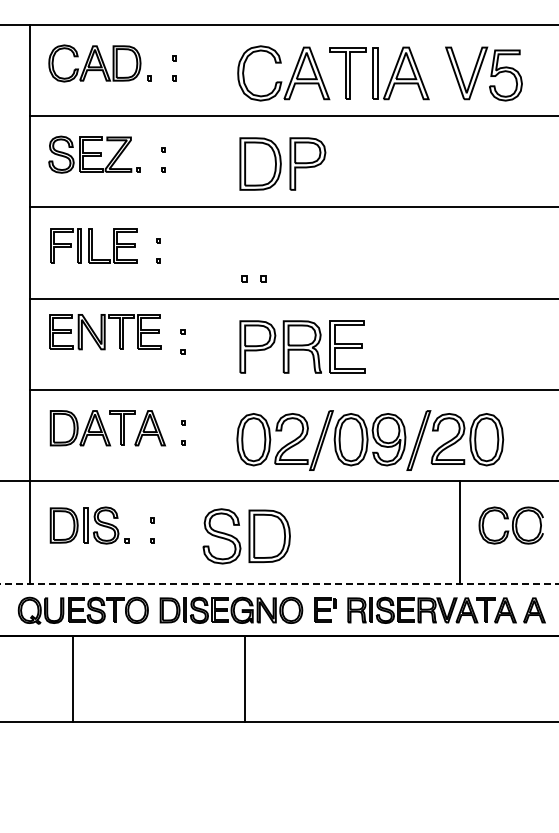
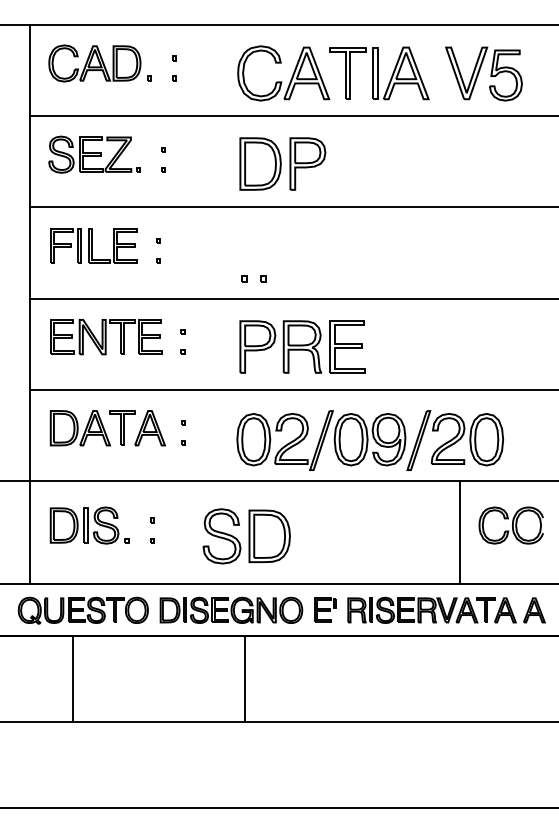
part at (105, 332) position: (105, 332) -> (106, 337)
line at (279, 584): dashed -> solid
line at (278, 808): none -> present
